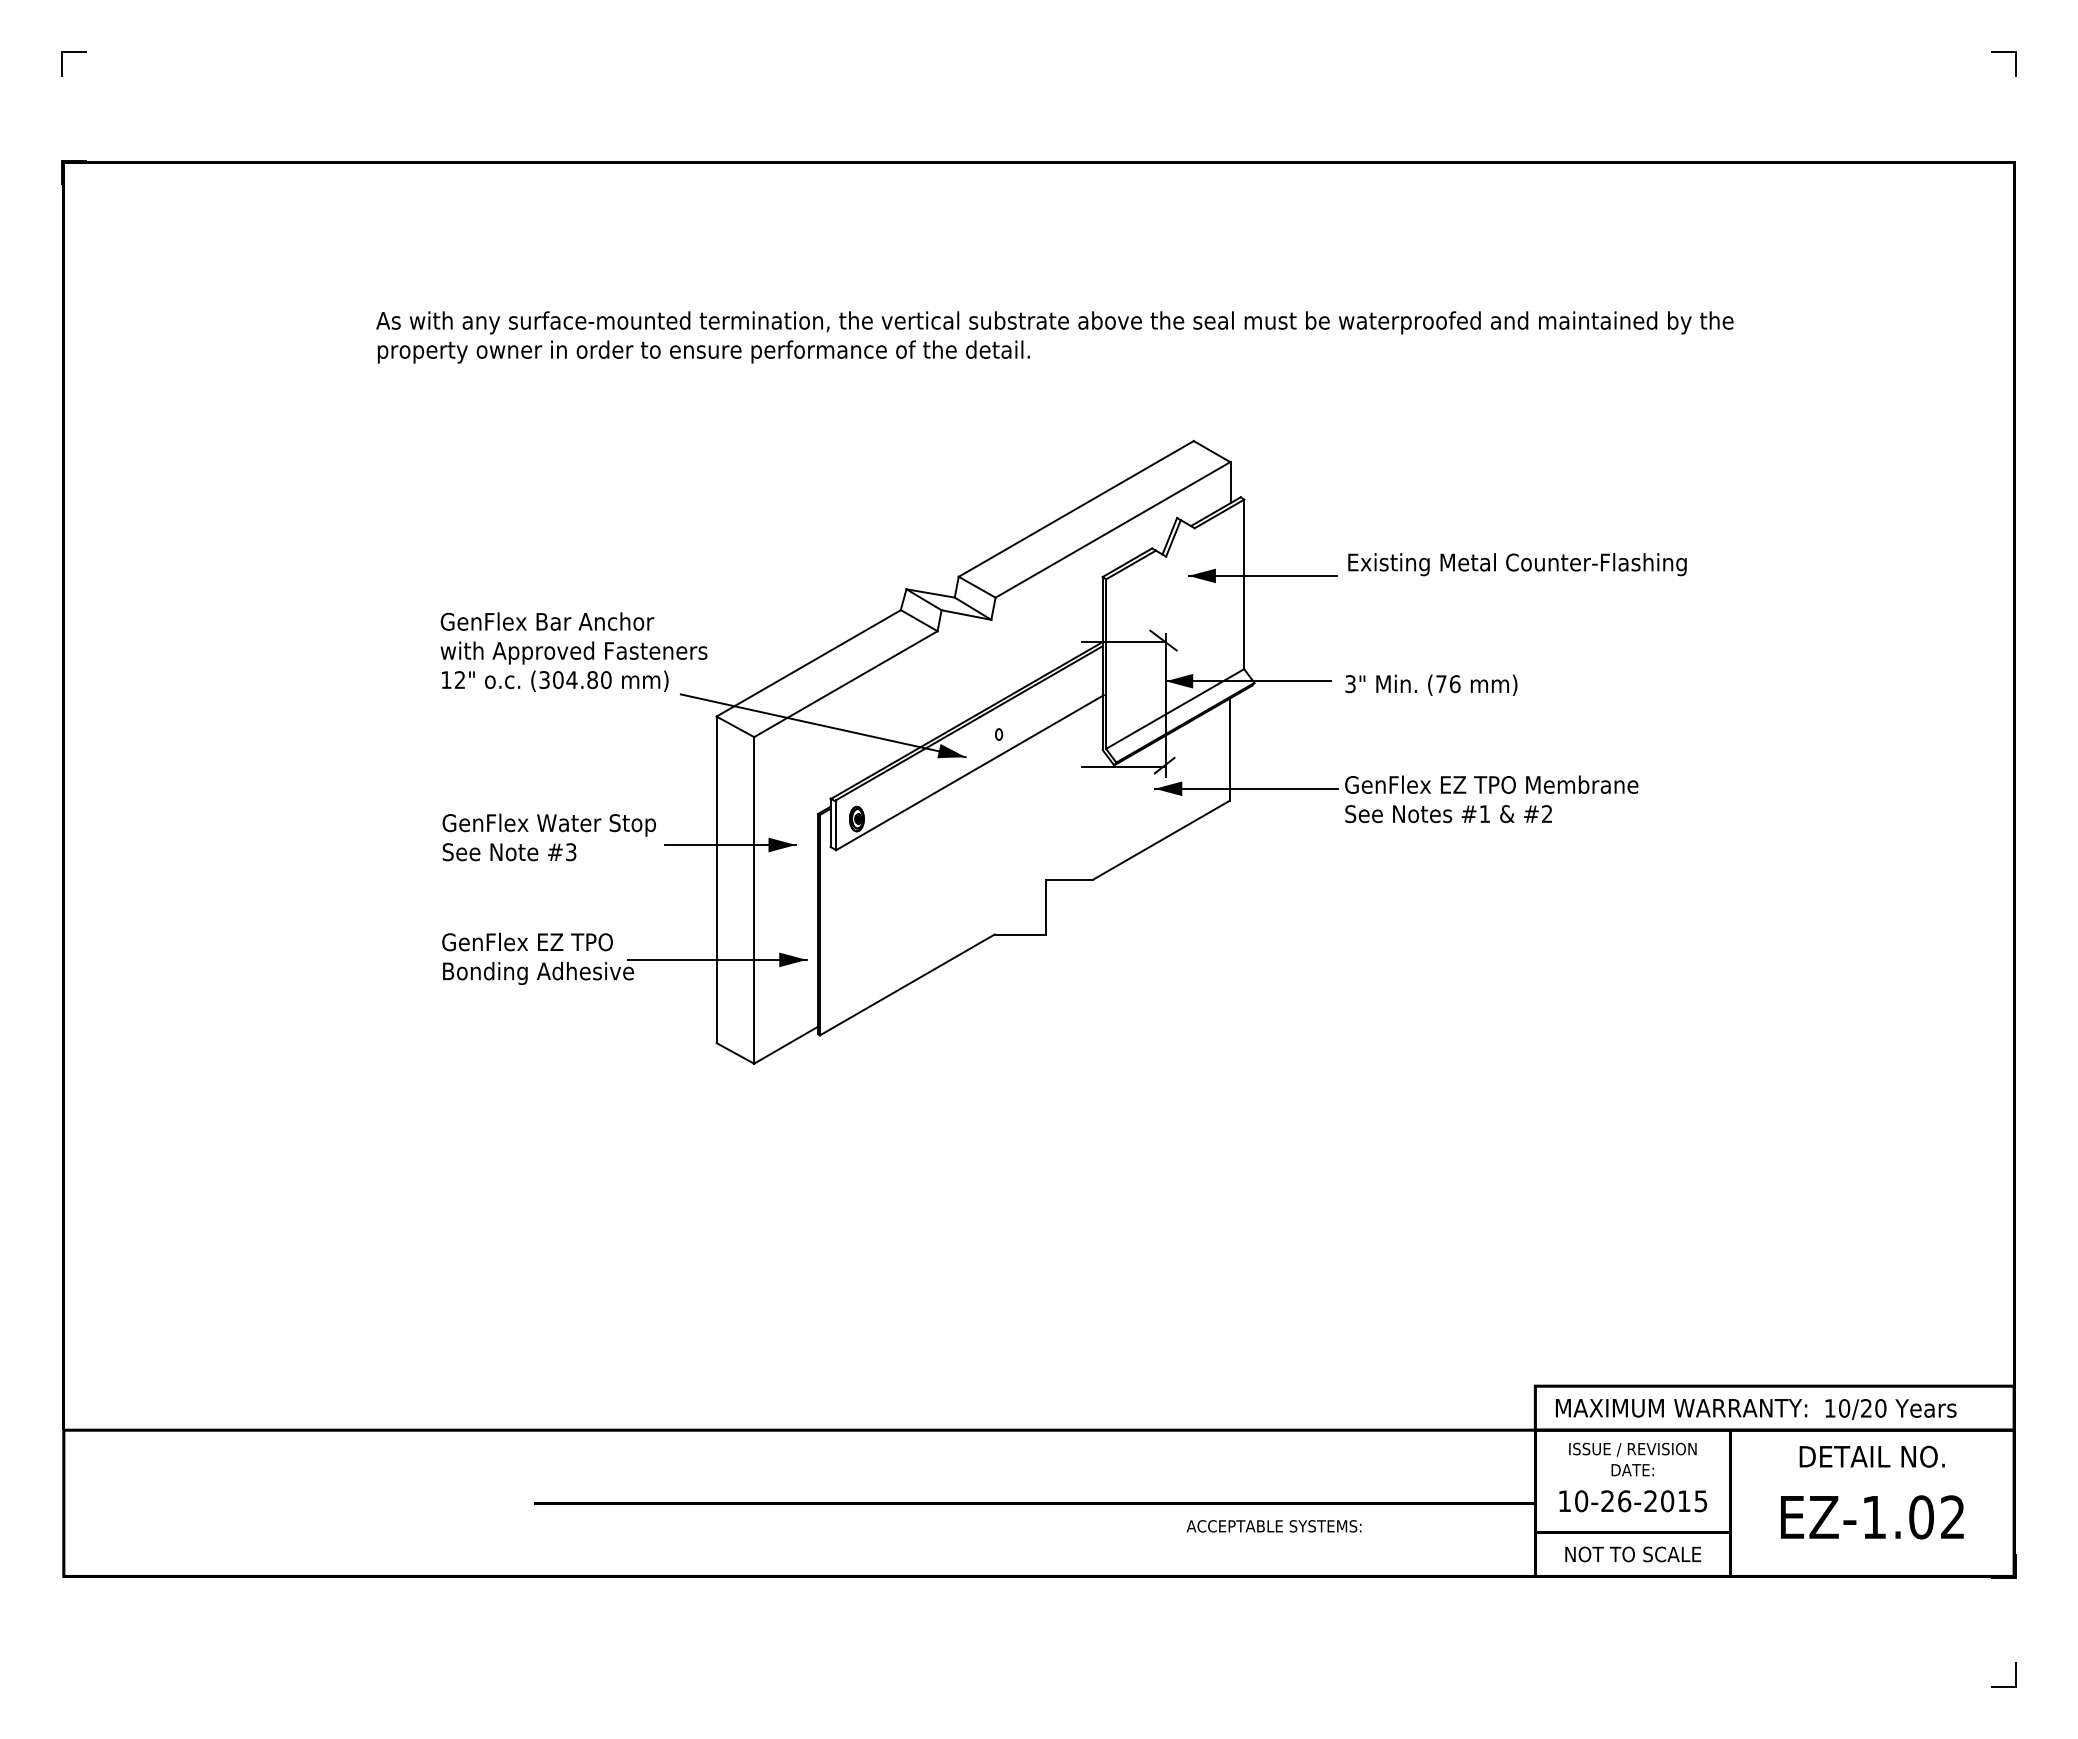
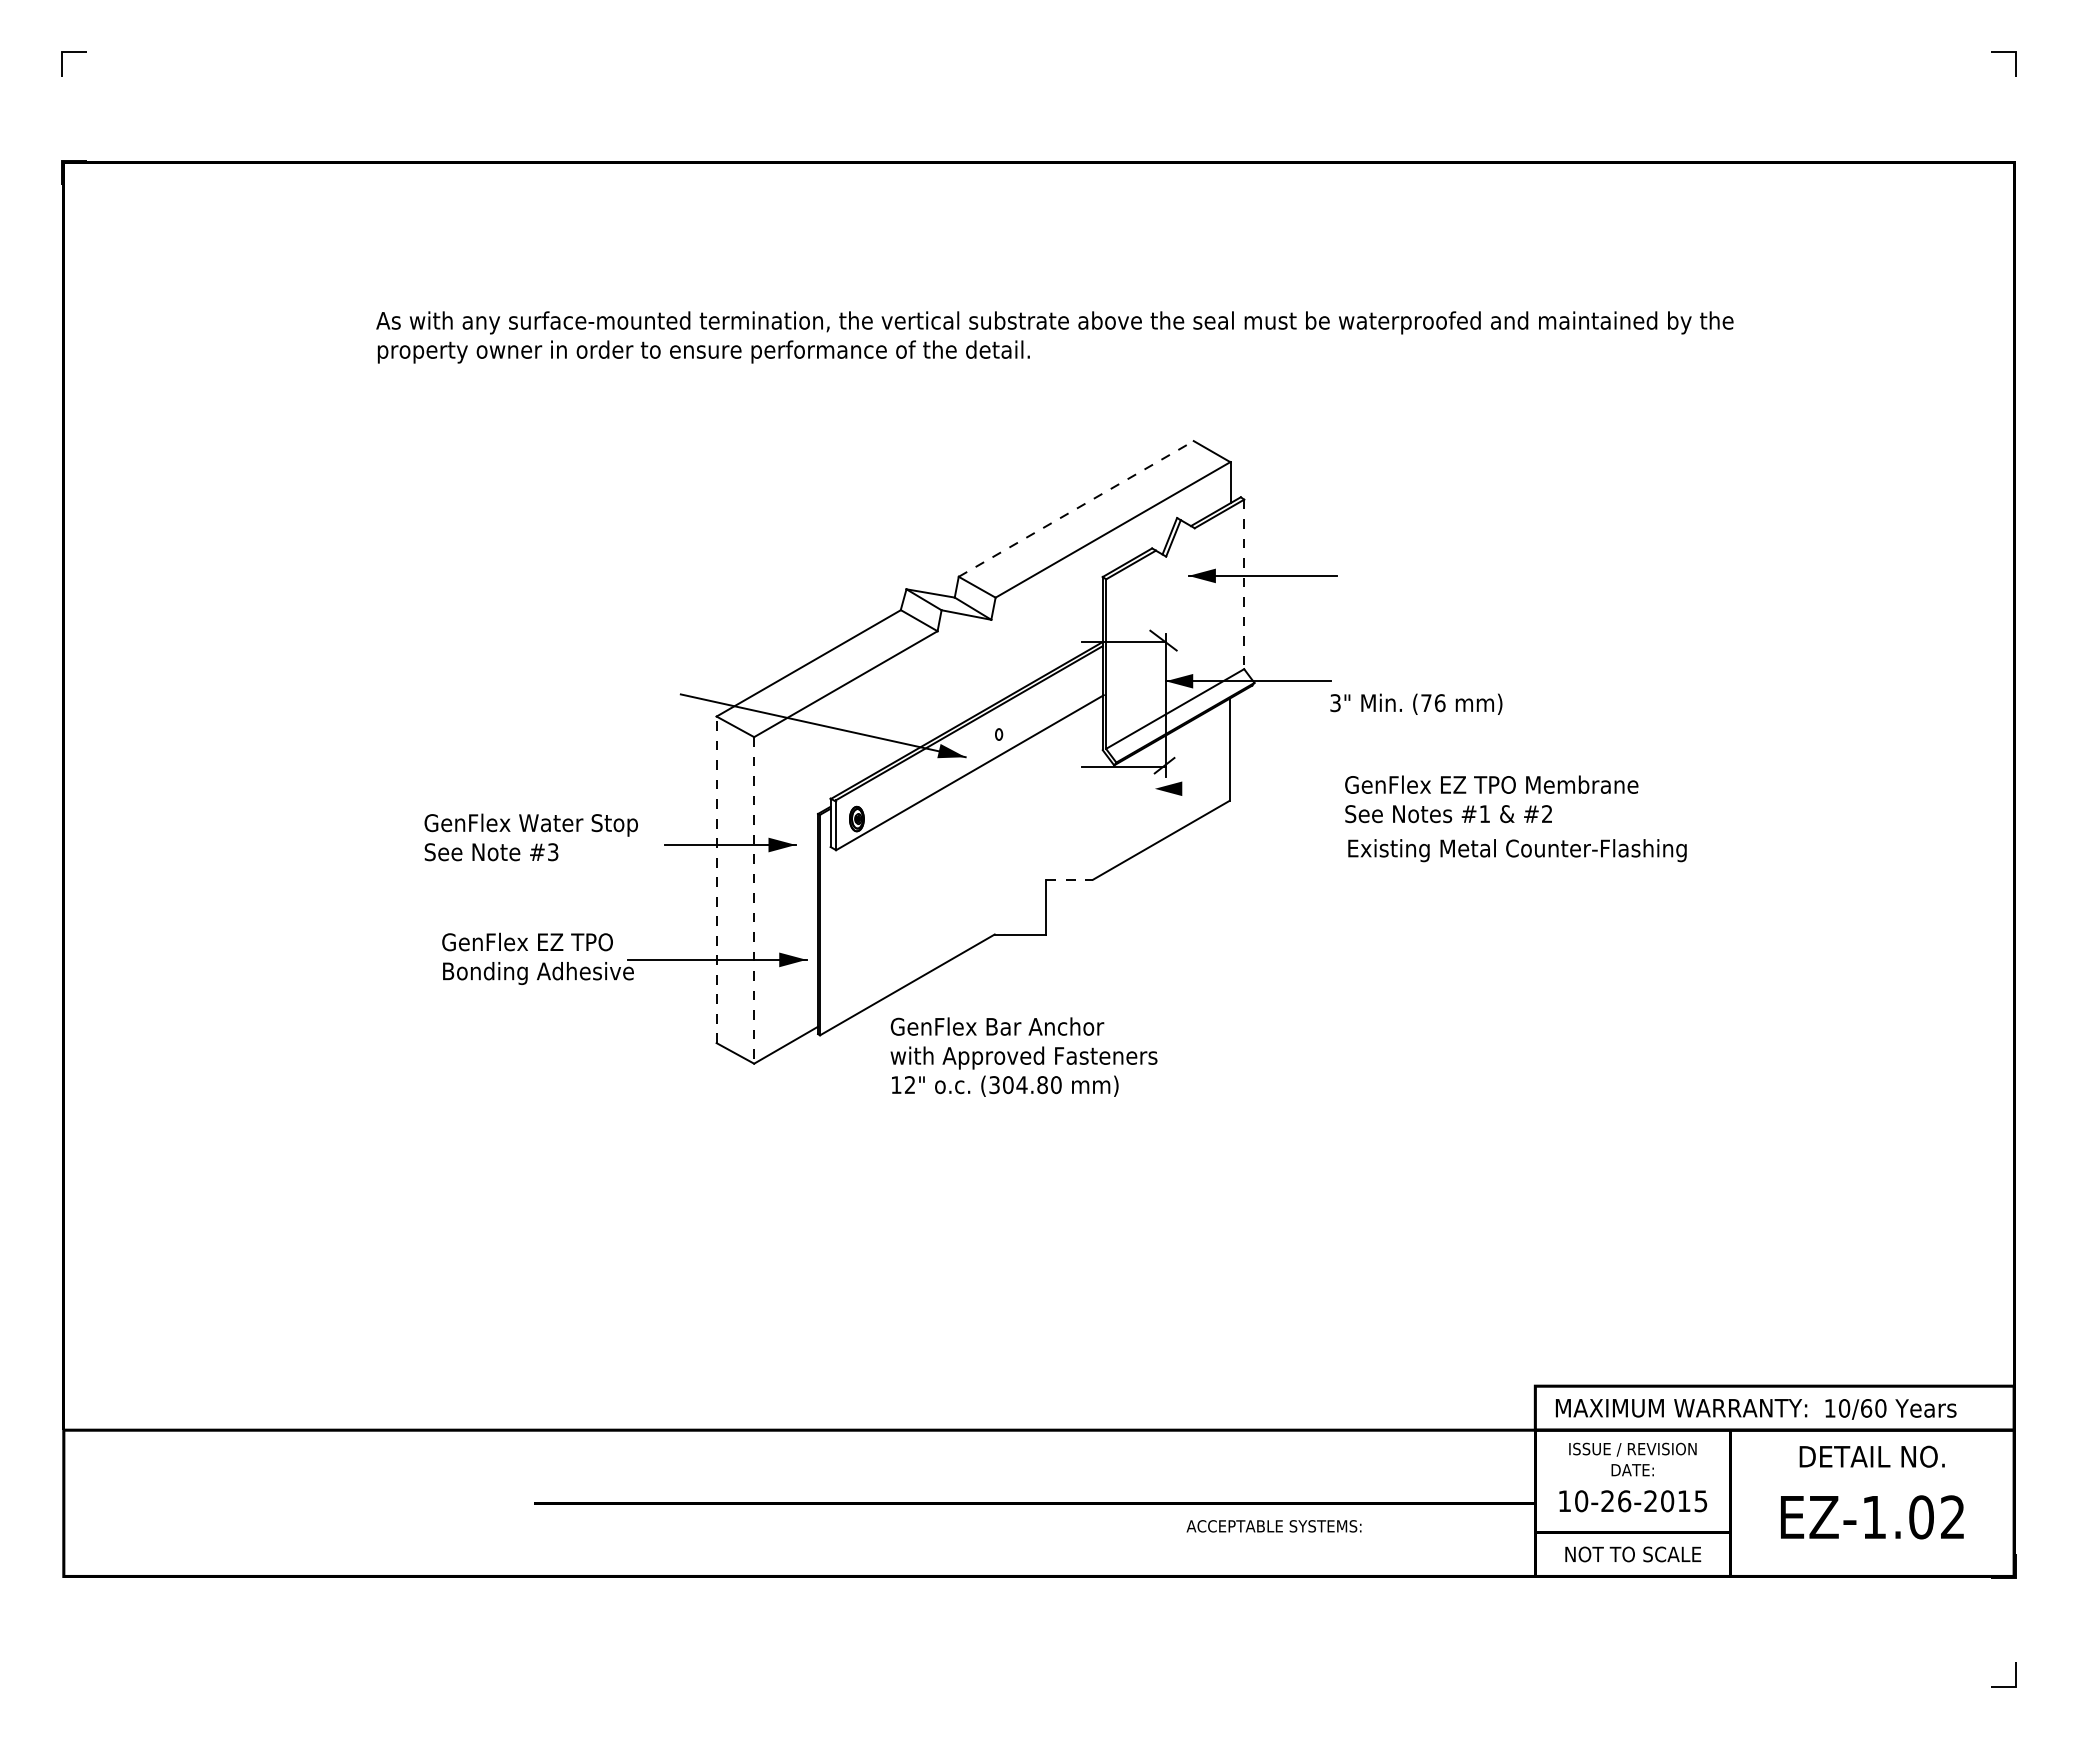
line at (1076, 508): solid -> dashed
text at (1517, 564) position: (1517, 564) -> (1517, 850)
line at (1244, 584): solid -> dashed
text at (573, 651) position: (573, 651) -> (1023, 1056)
text at (1431, 684) position: (1431, 684) -> (1416, 703)
line at (1245, 788): present -> none
text at (548, 837) position: (548, 837) -> (530, 837)
line at (716, 879): solid -> dashed
line at (1070, 879): solid -> dashed
line at (754, 900): solid -> dashed
text at (1866, 1408): 10/20 -> 10/60
